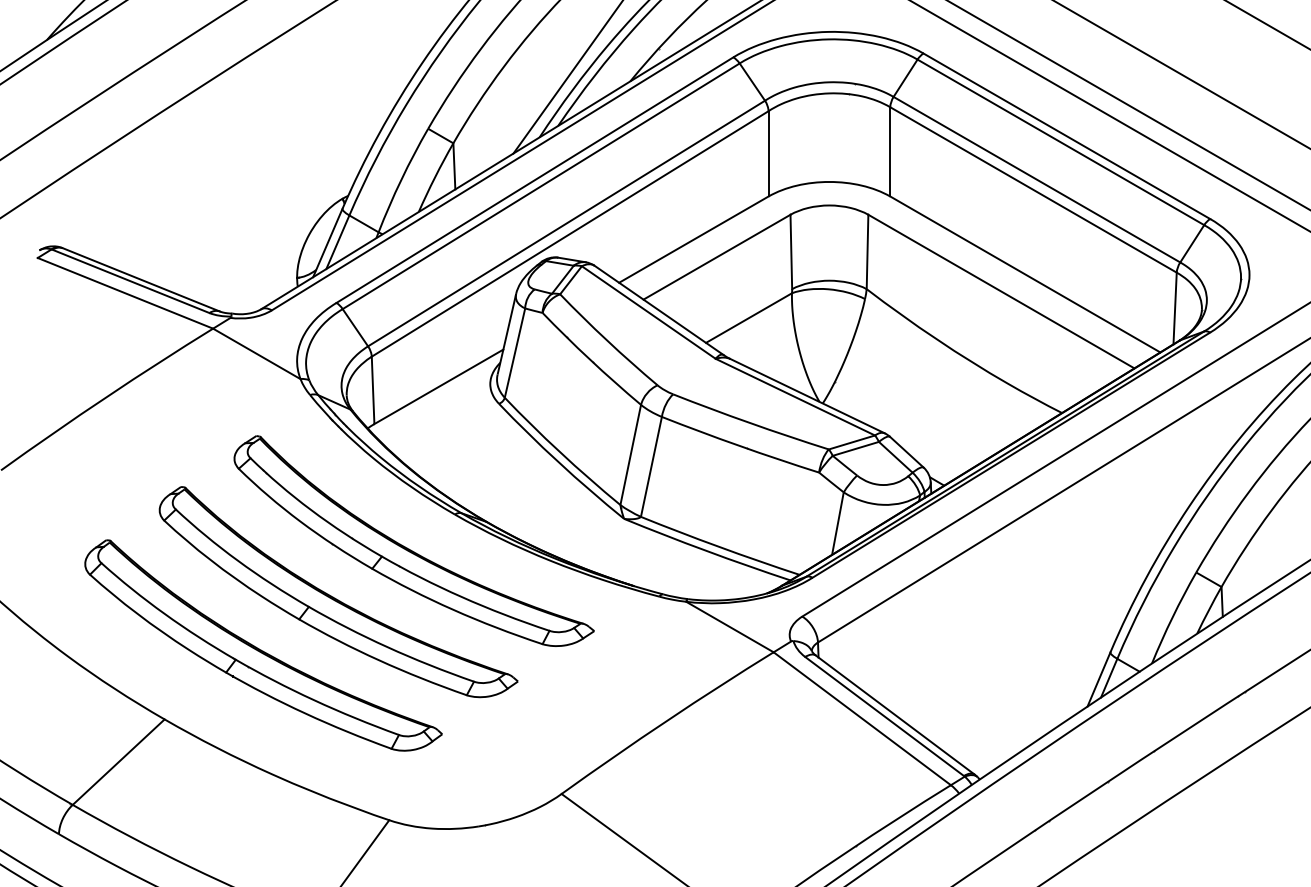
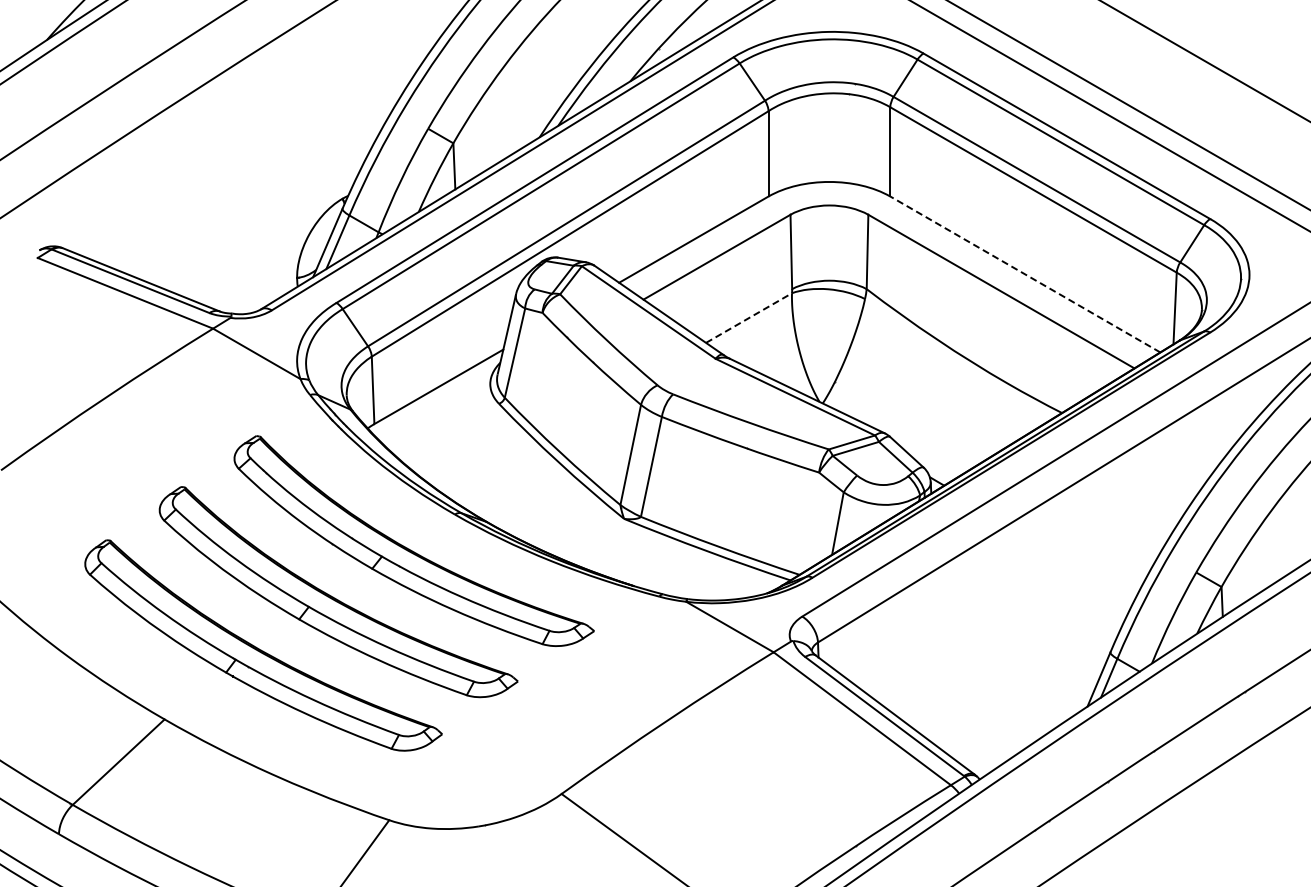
line at (1267, 24): present -> none
line at (1181, 74) position: (1181, 74) -> (1204, 61)
line at (567, 77): present -> none
line at (1025, 274): solid -> dashed
line at (749, 318): solid -> dashed
